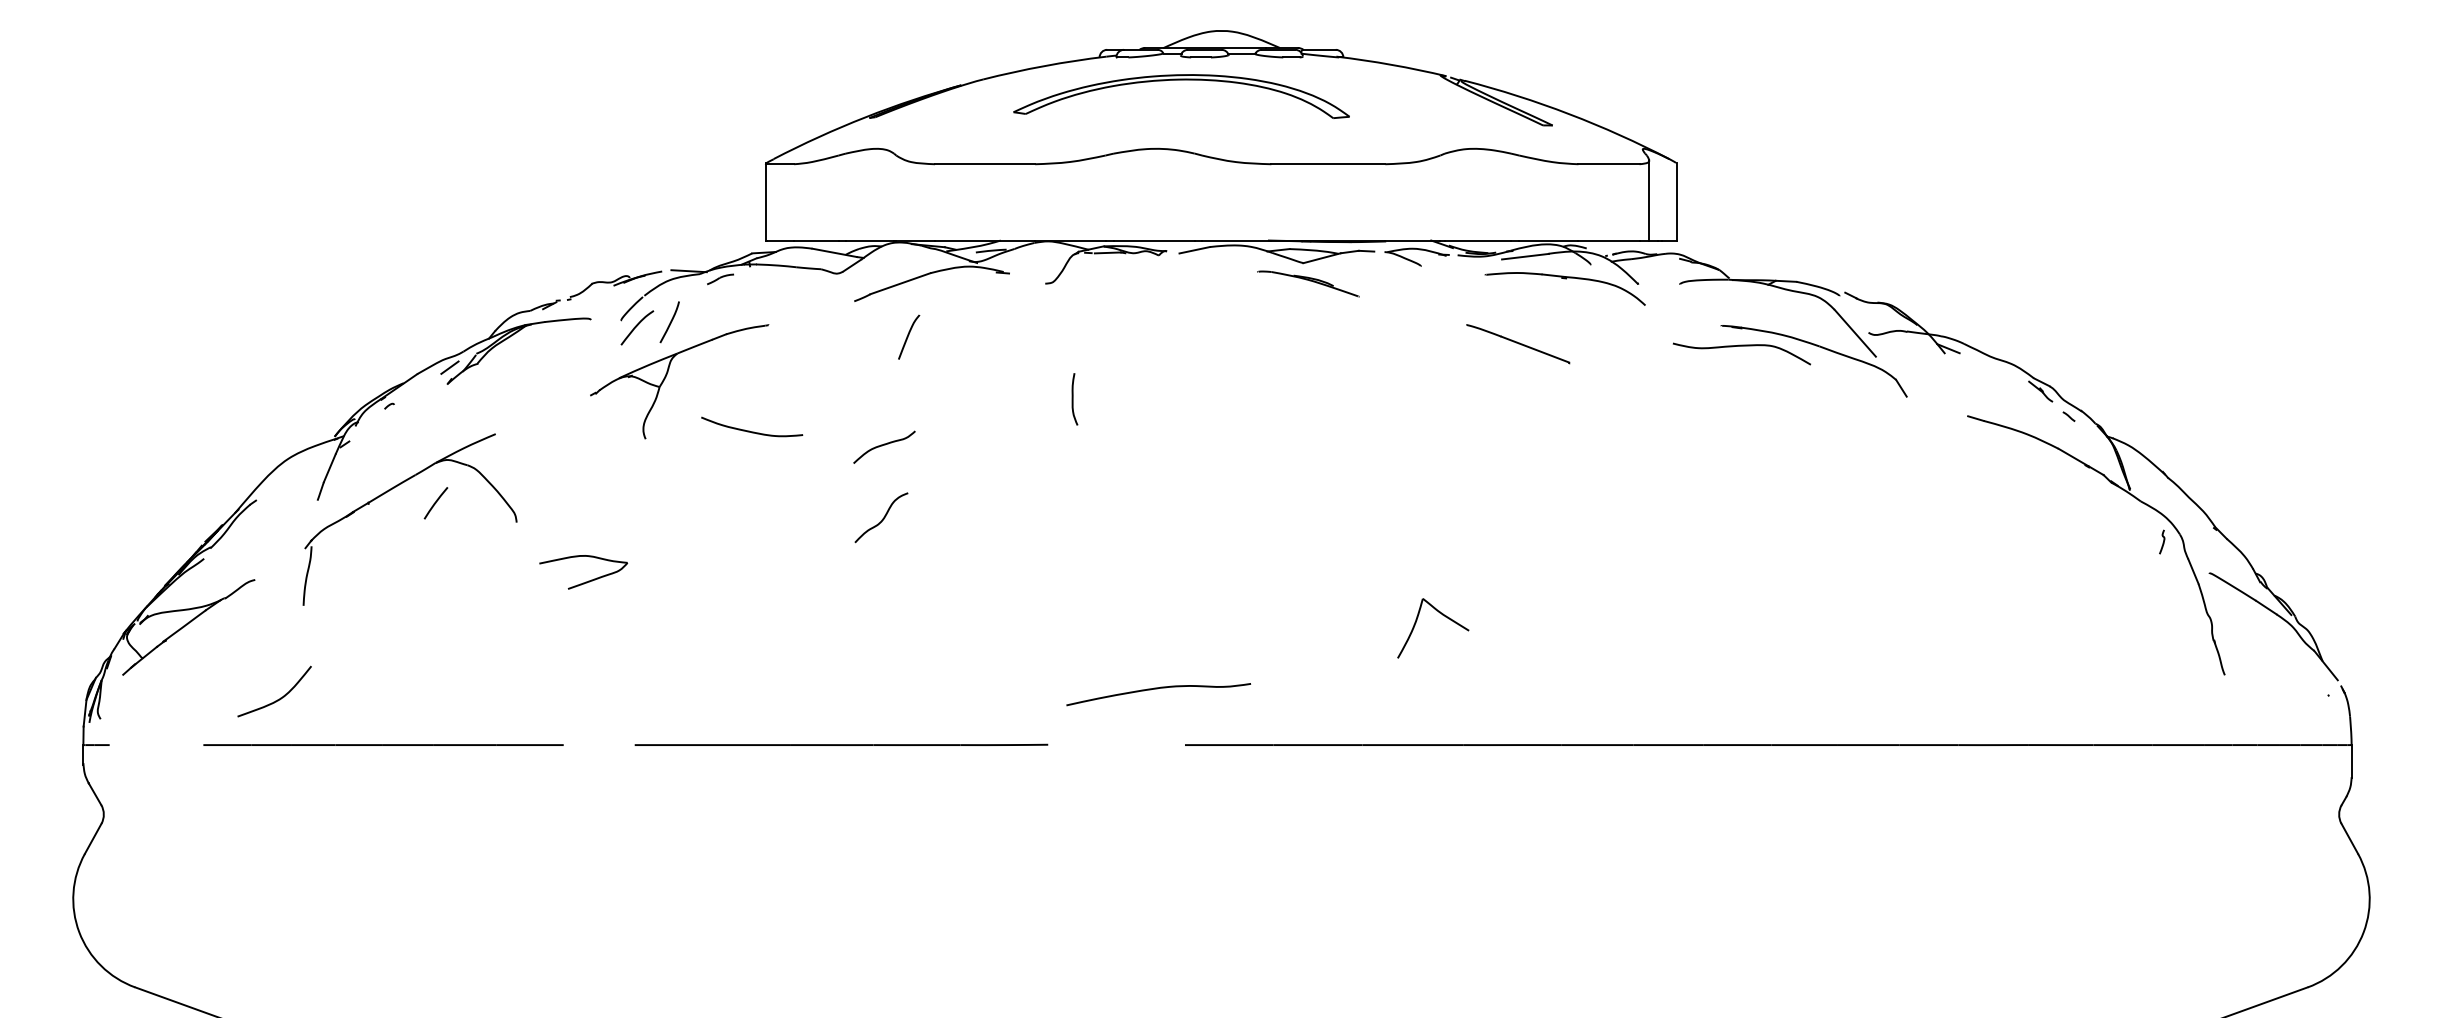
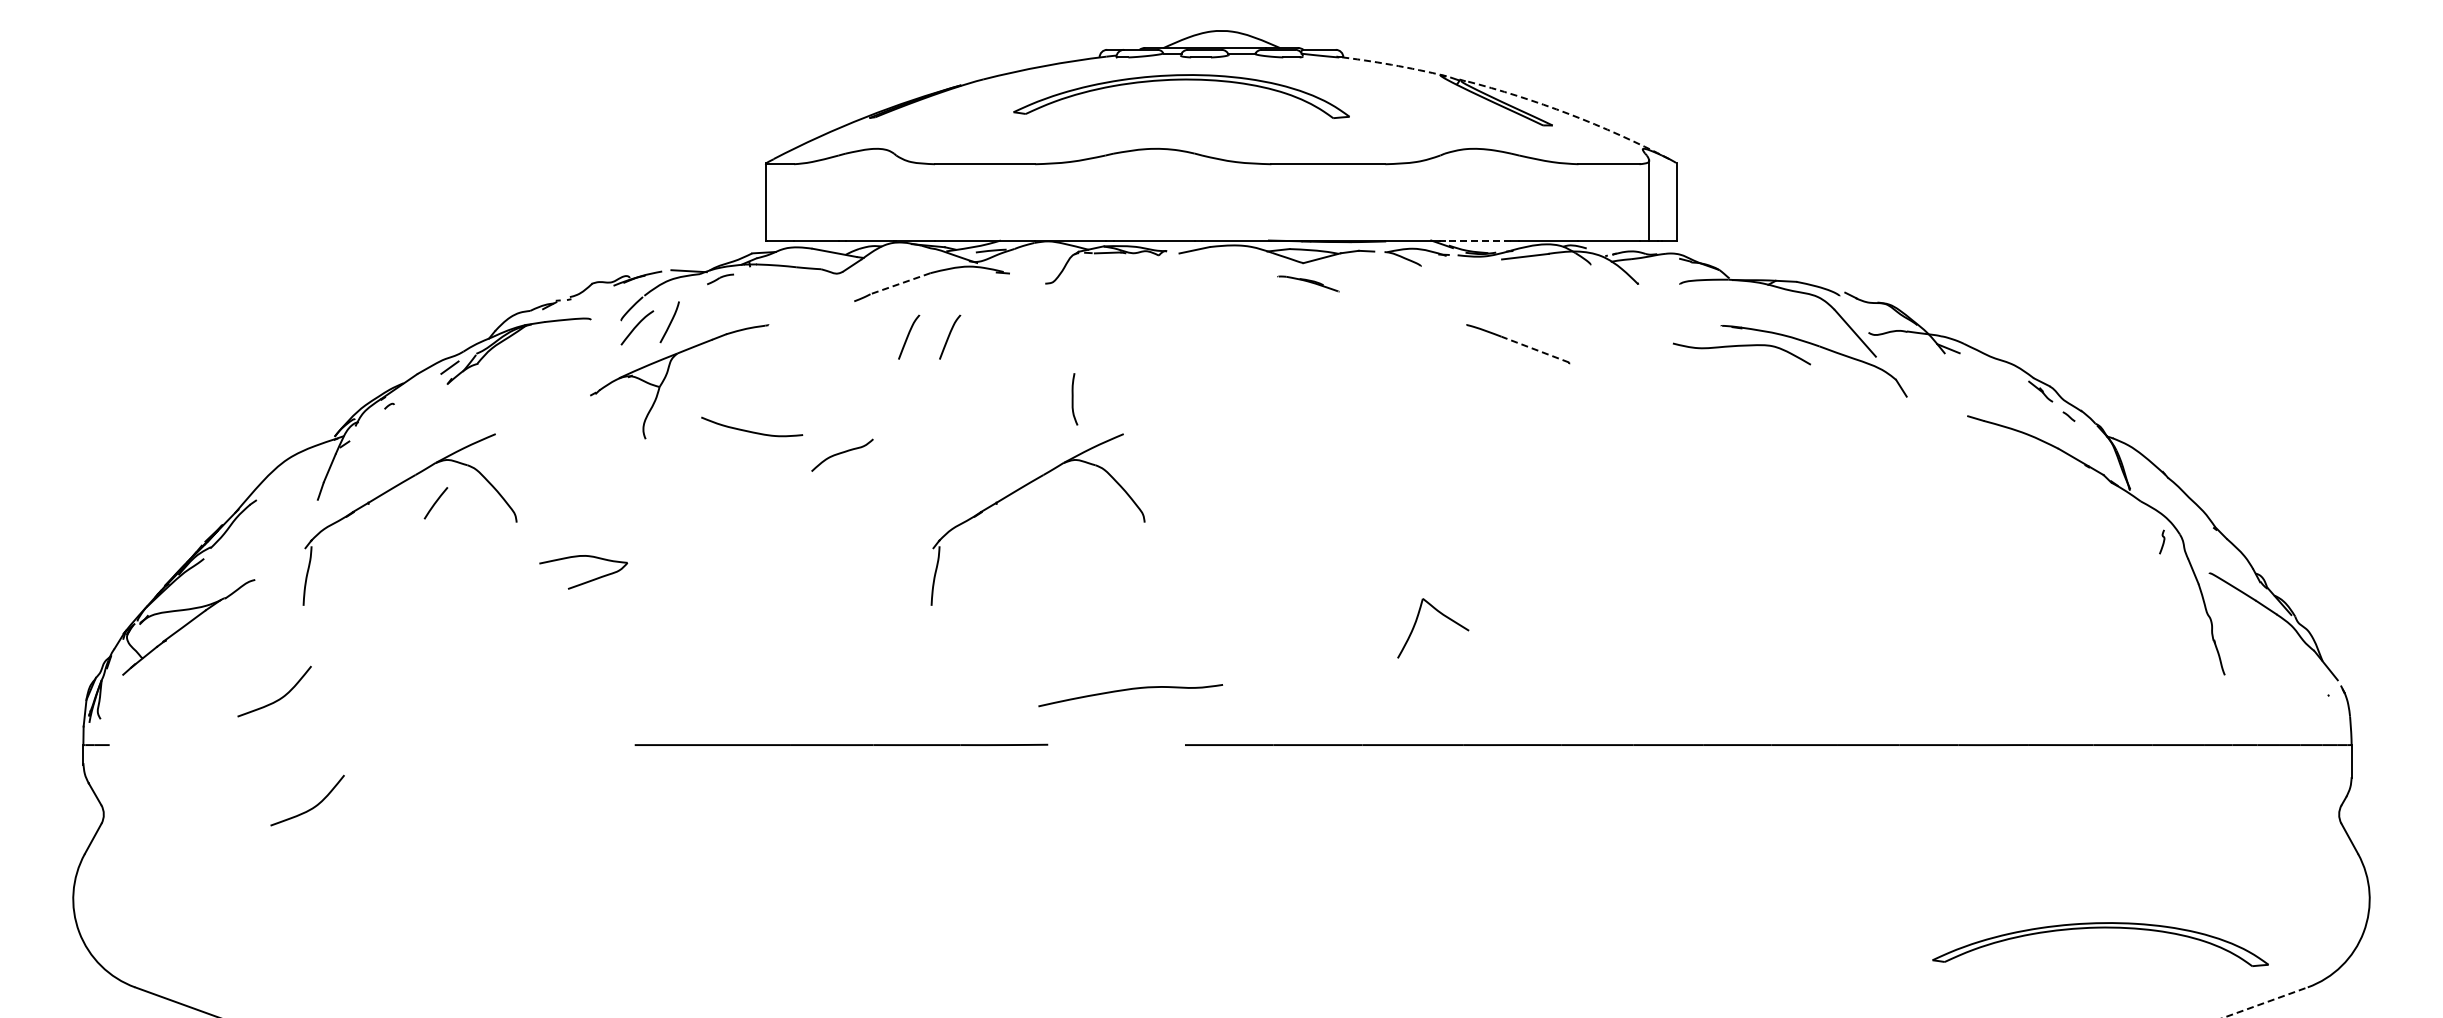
arc at (1391, 64): solid -> dashed
arc at (1569, 114): solid -> dashed
line at (1477, 240): solid -> dashed
part at (1564, 279): present -> none
line at (900, 283): solid -> dashed
part at (1308, 283) size: 103x28 px -> 63x18 px
curve at (950, 335): none -> present
line at (1534, 349): solid -> dashed
curve at (884, 445) position: (884, 445) -> (842, 453)
part at (1019, 490): none -> present
curve at (882, 518): present -> none
curve at (1157, 689) position: (1157, 689) -> (1129, 690)
line at (383, 744): present -> none
curve at (313, 806): none -> present
part at (2100, 928): none -> present
line at (2265, 1002): solid -> dashed
